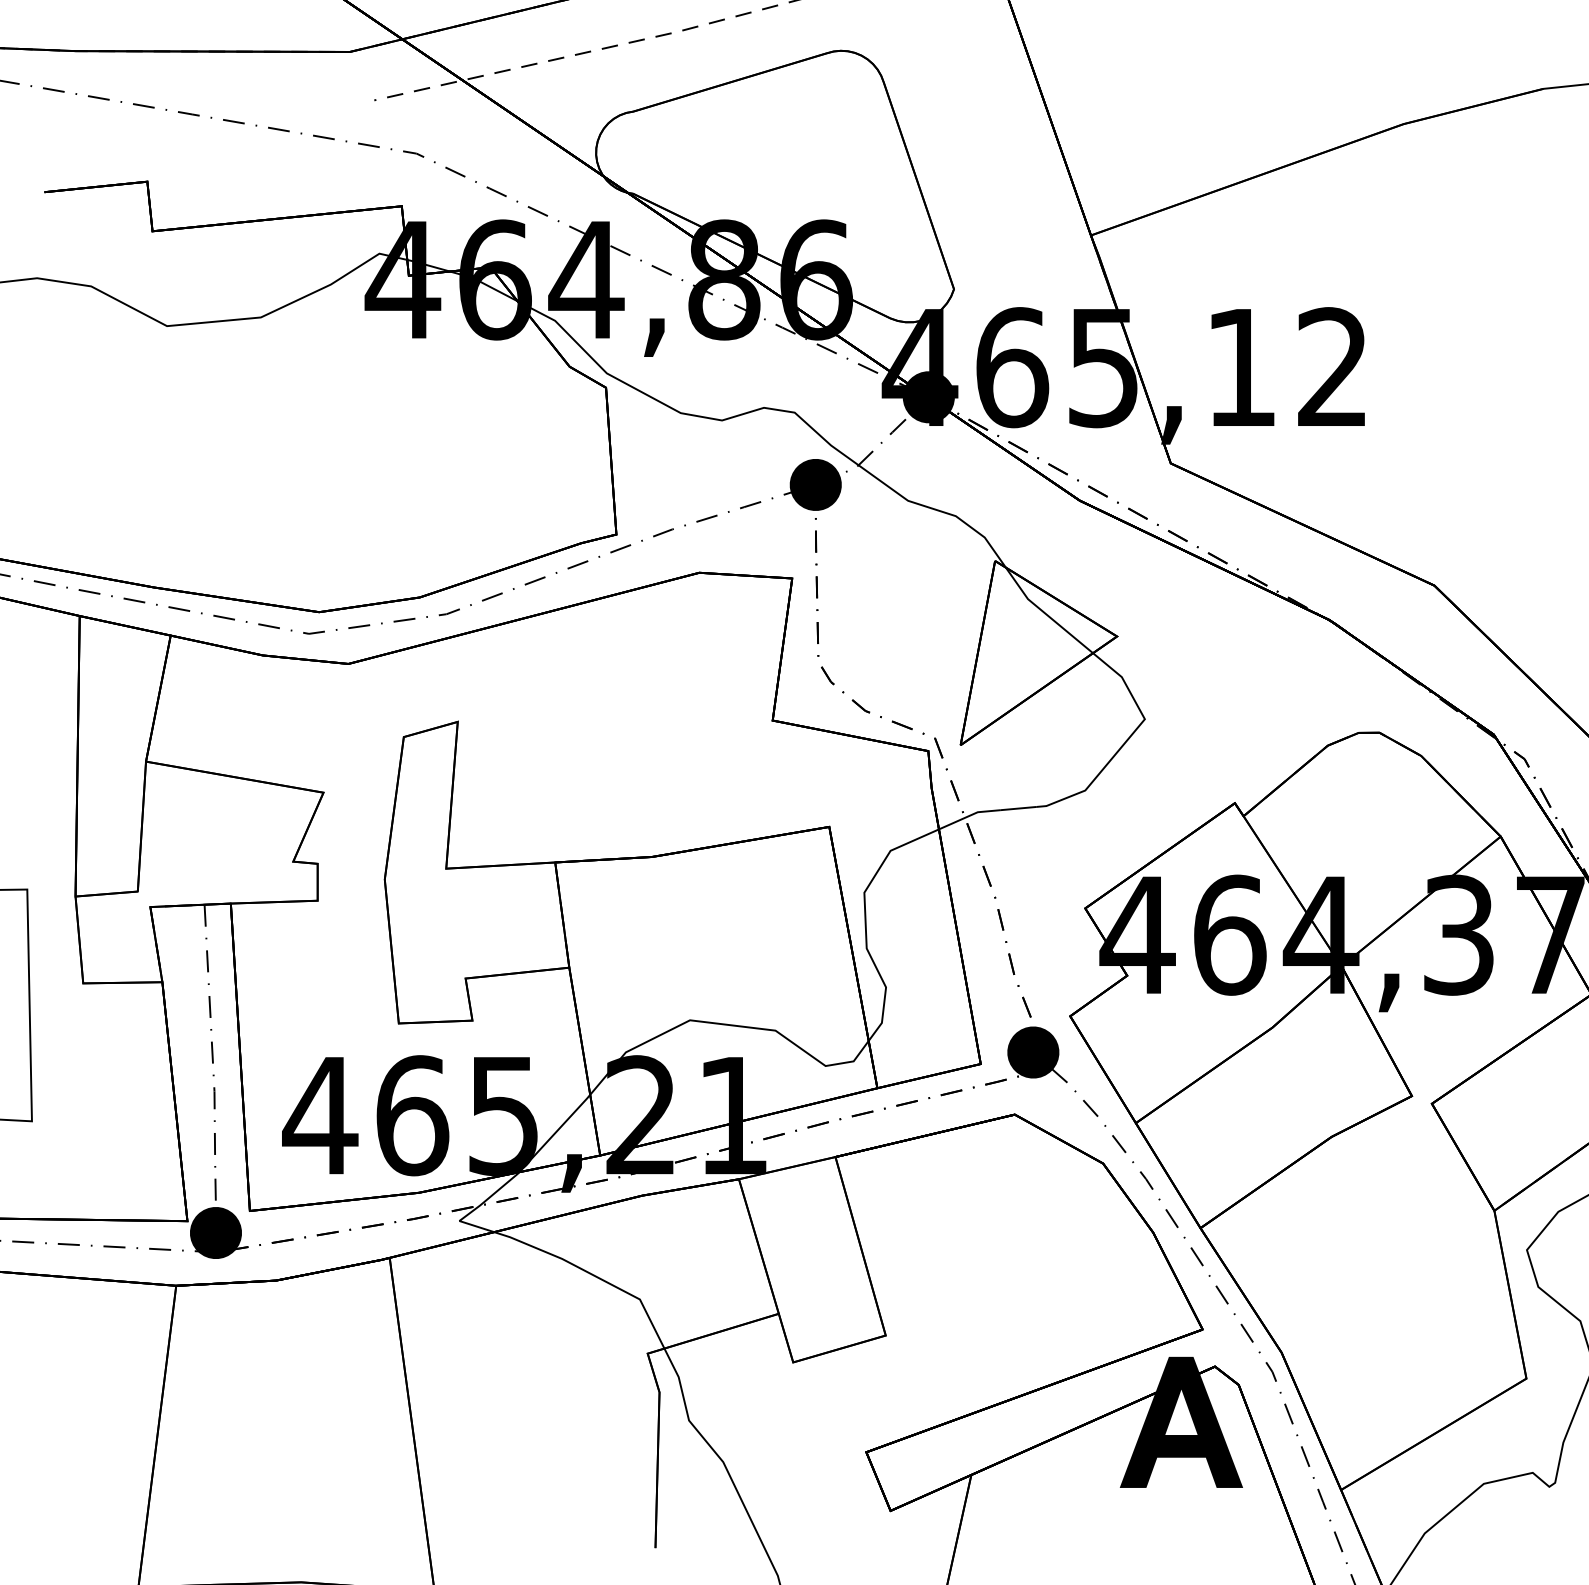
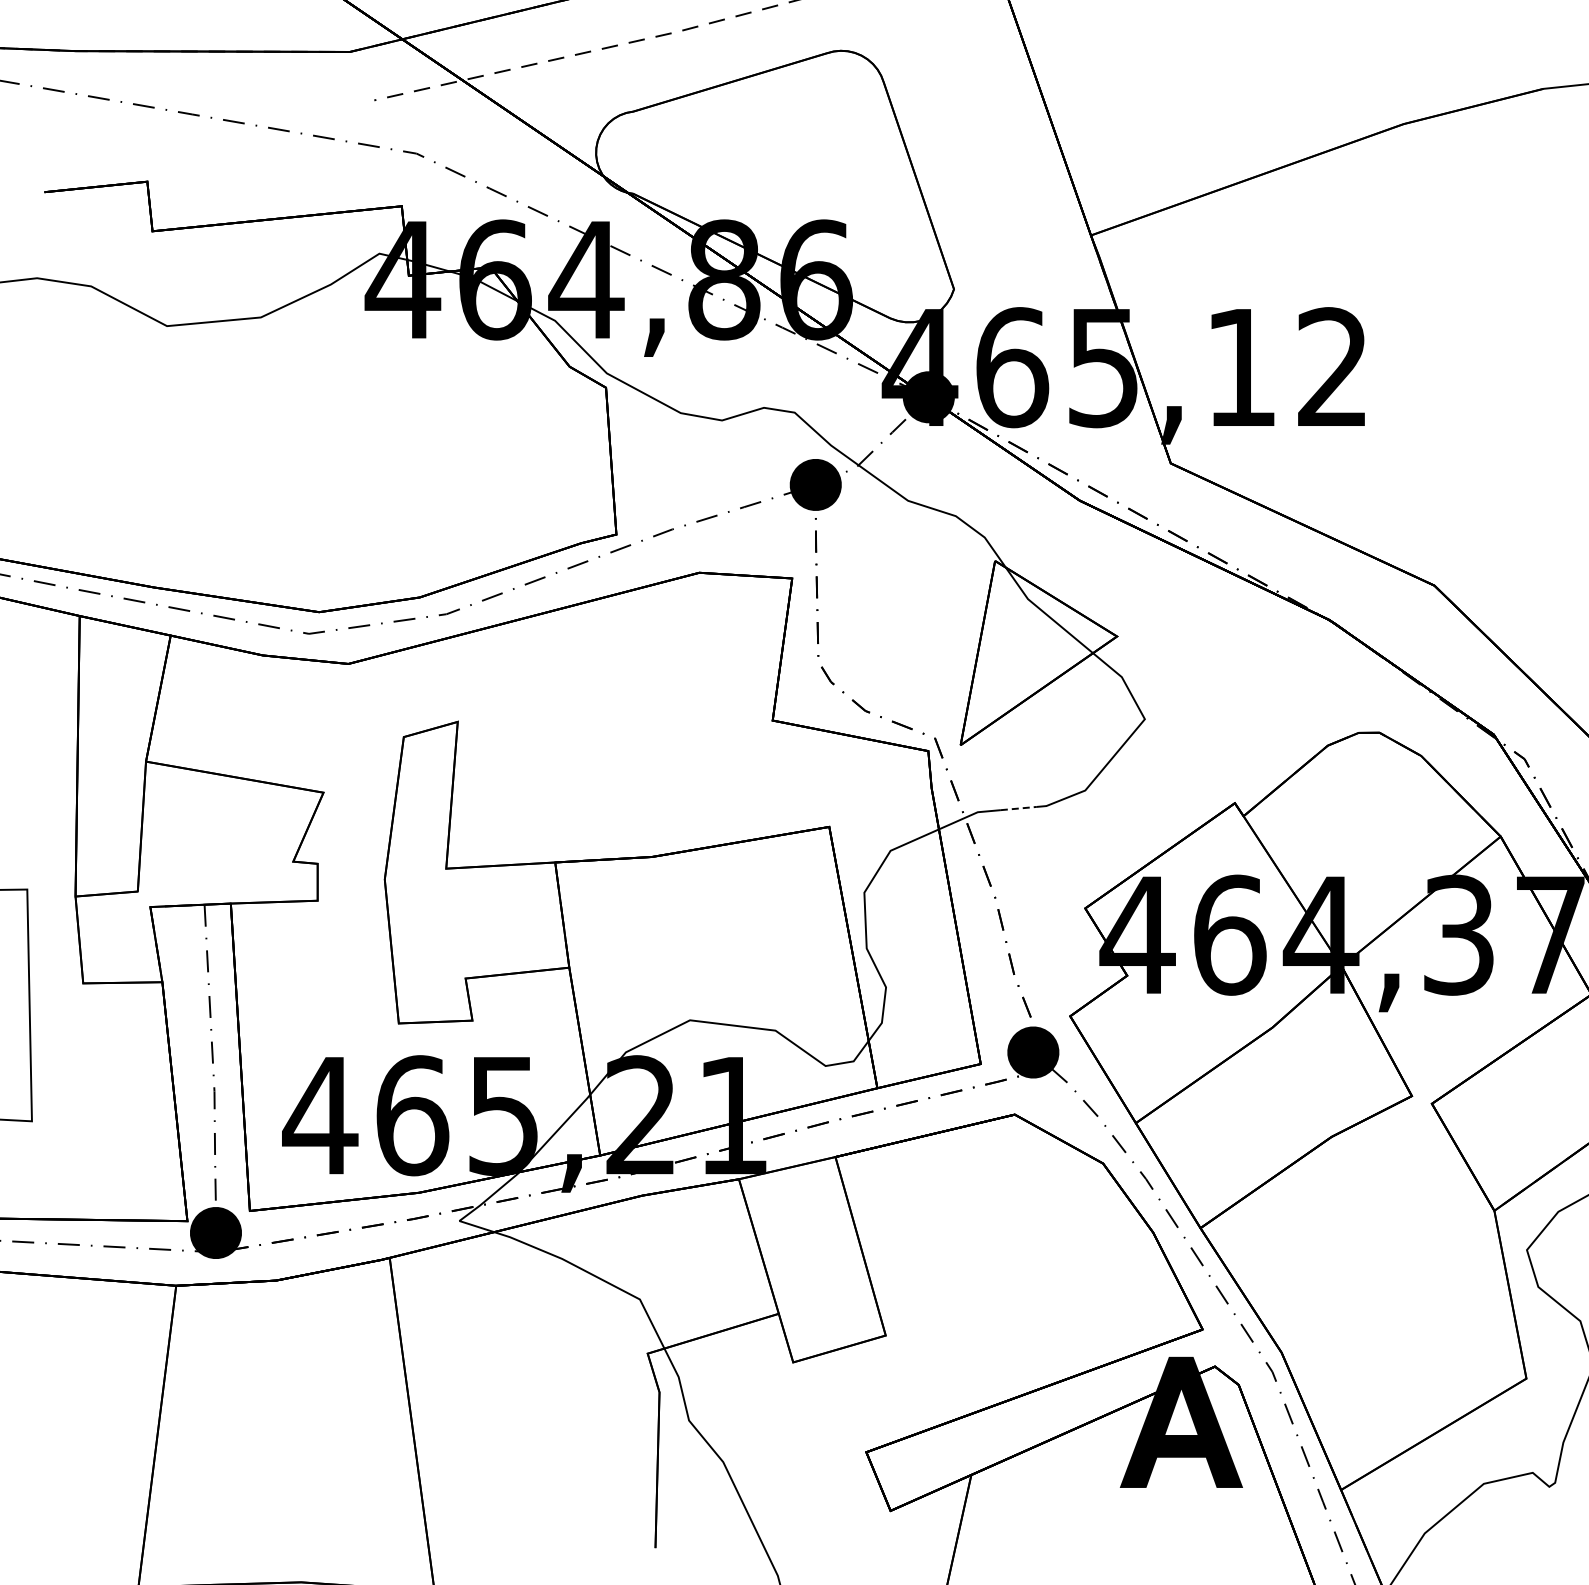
line at (1019, 808): solid -> dashed
